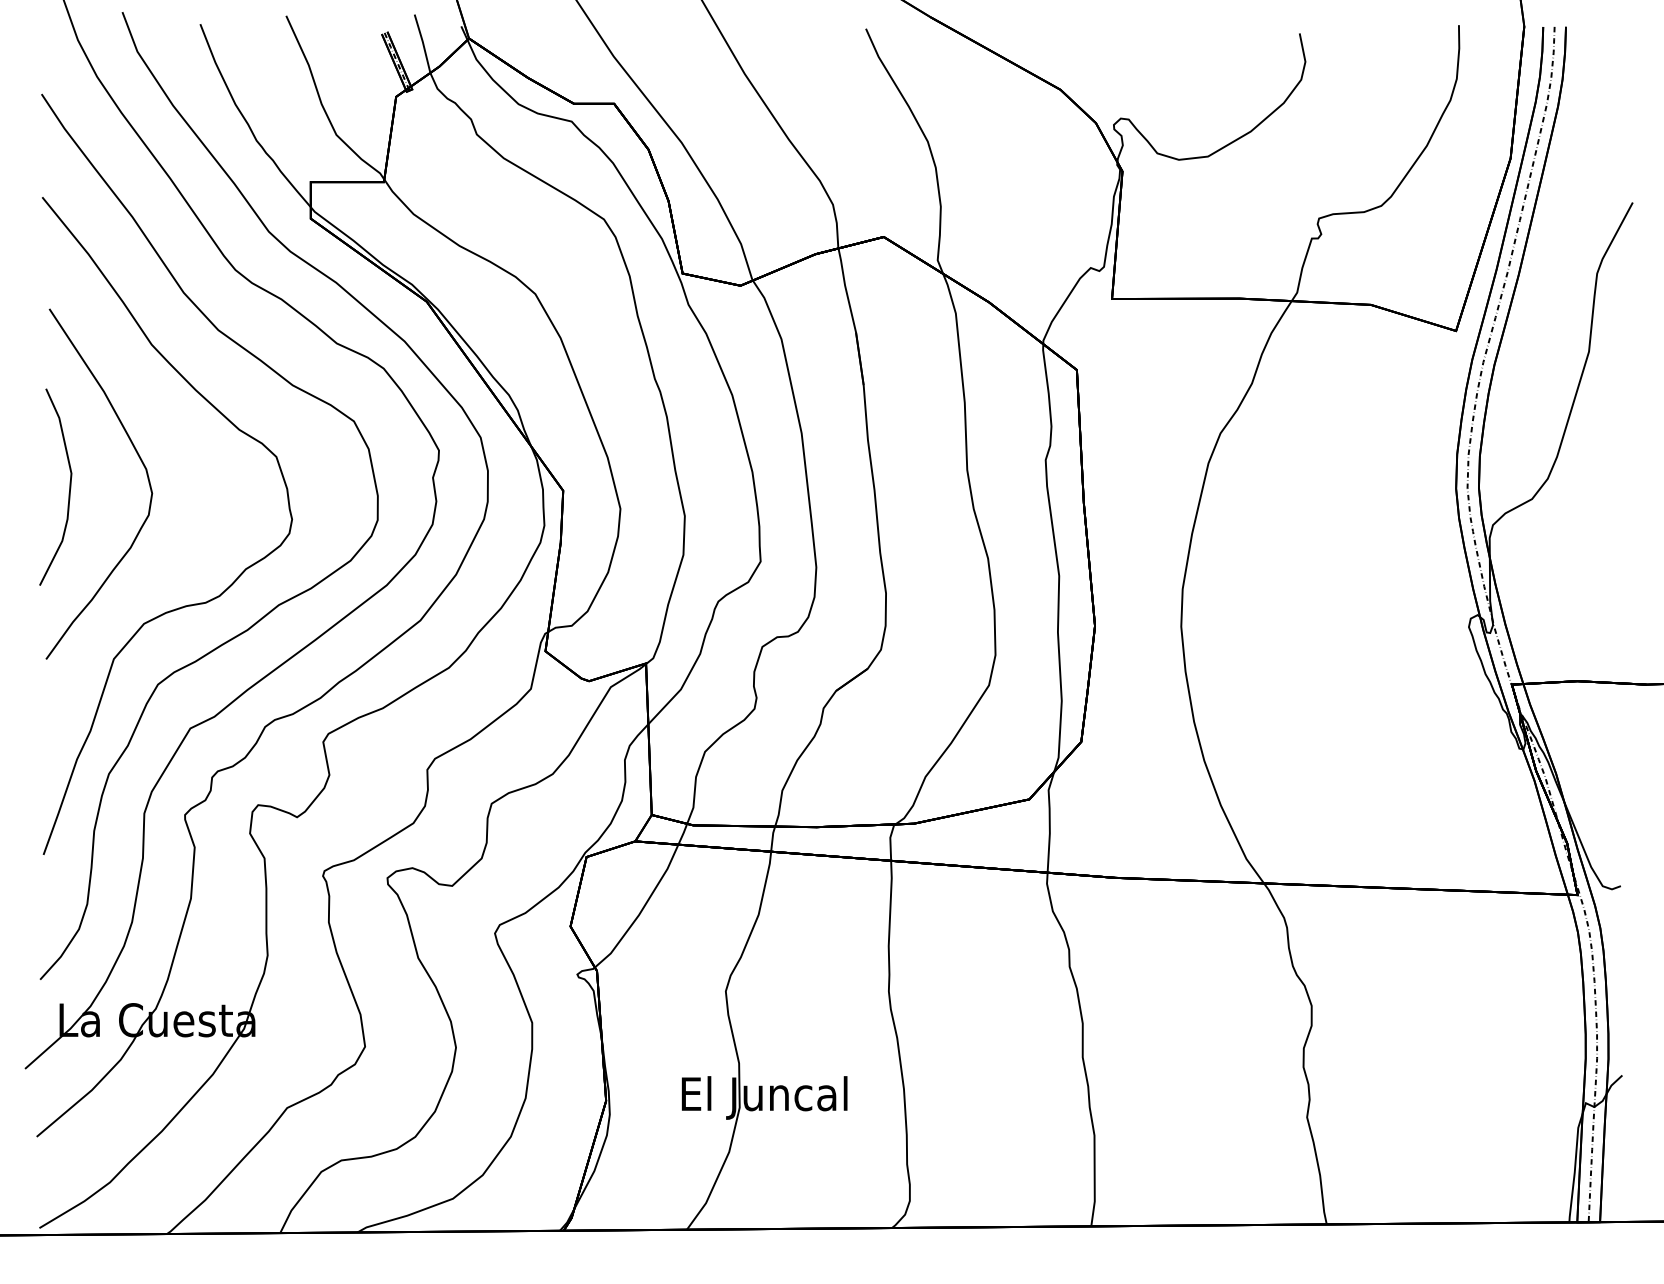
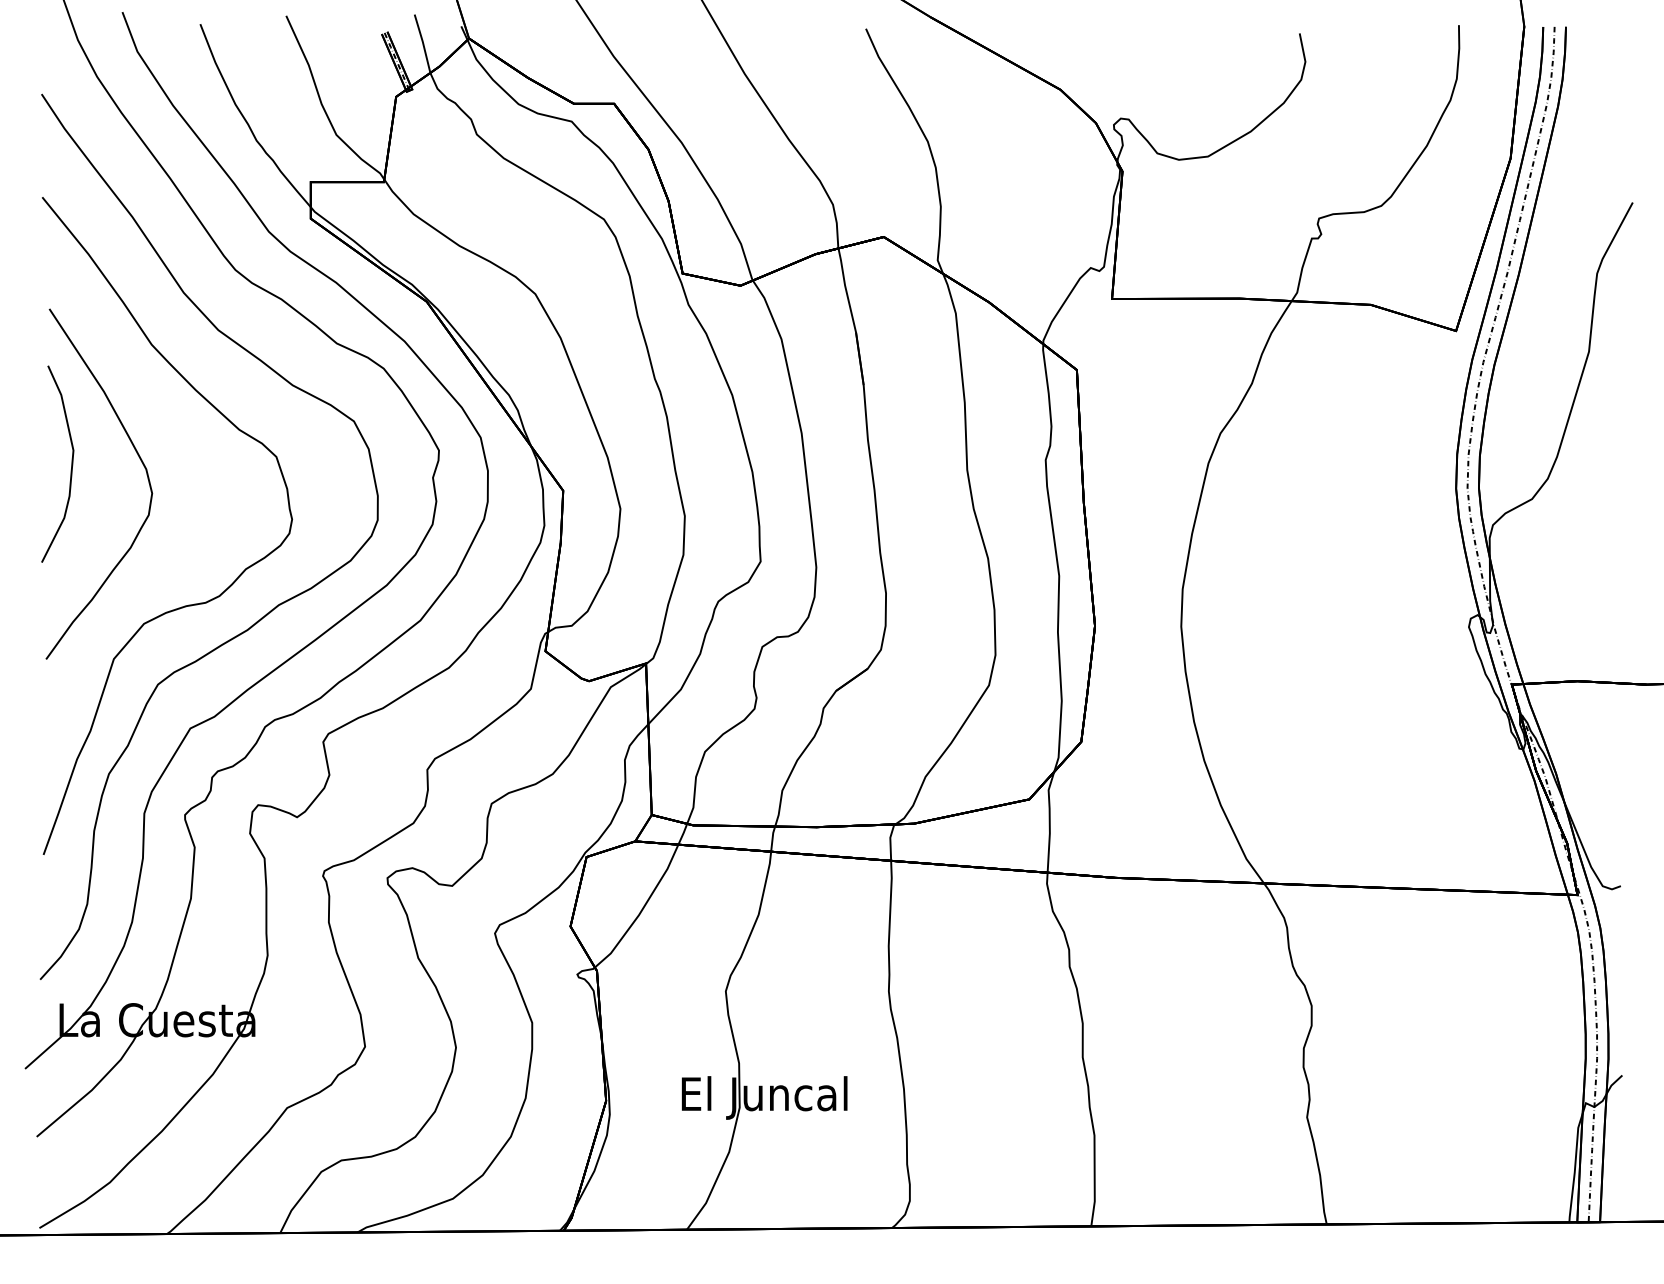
curve at (69, 486) position: (69, 486) -> (71, 463)
